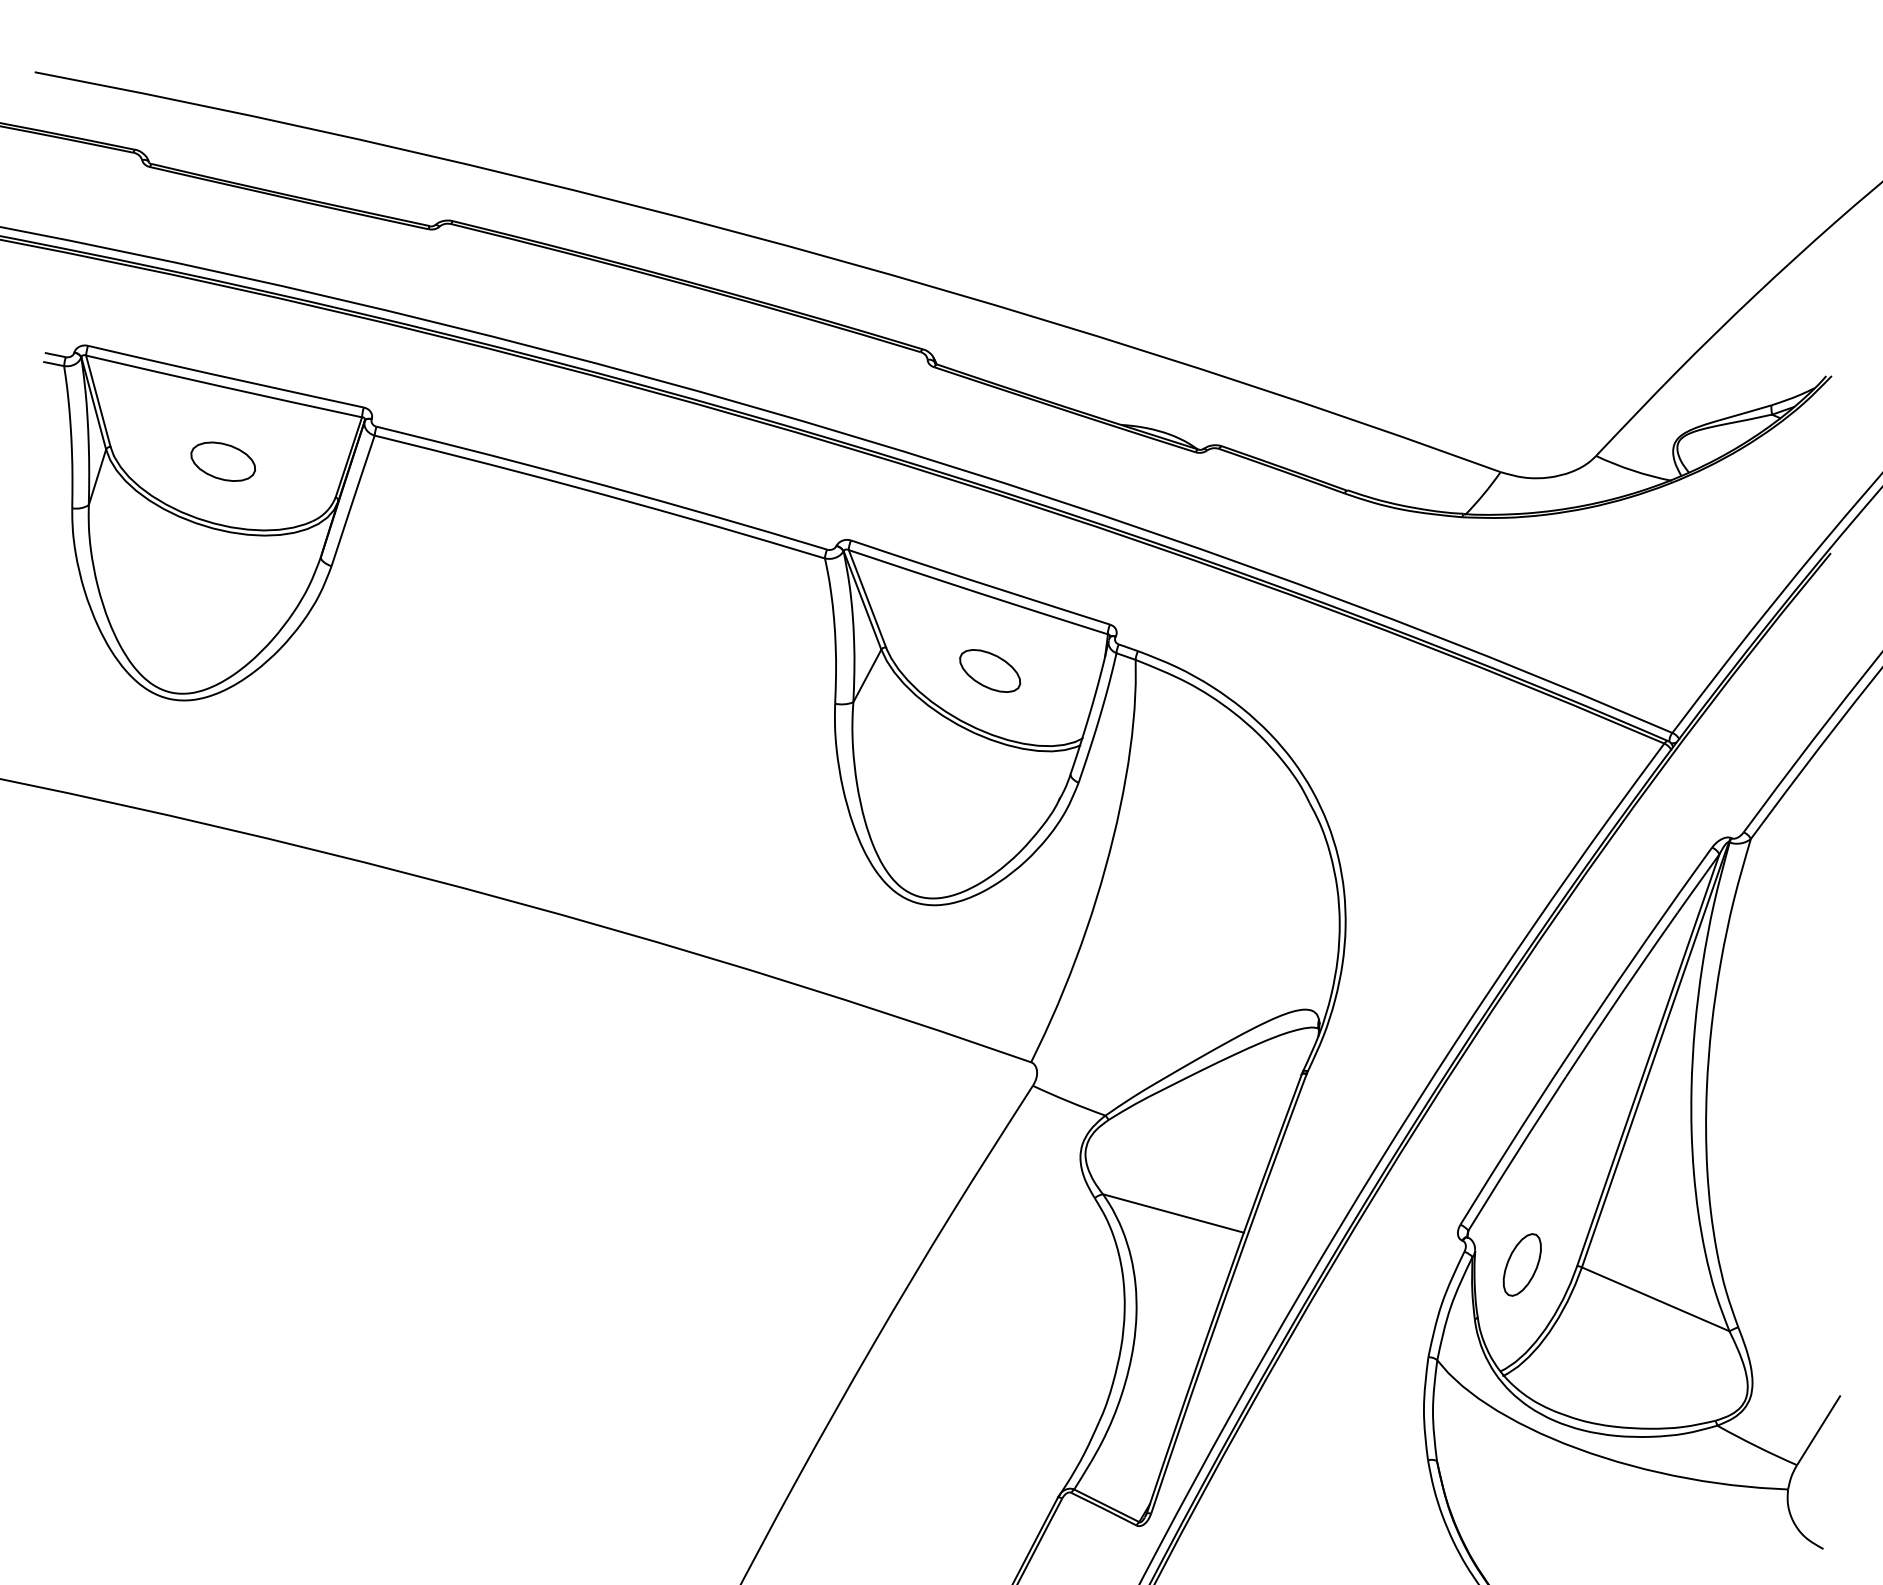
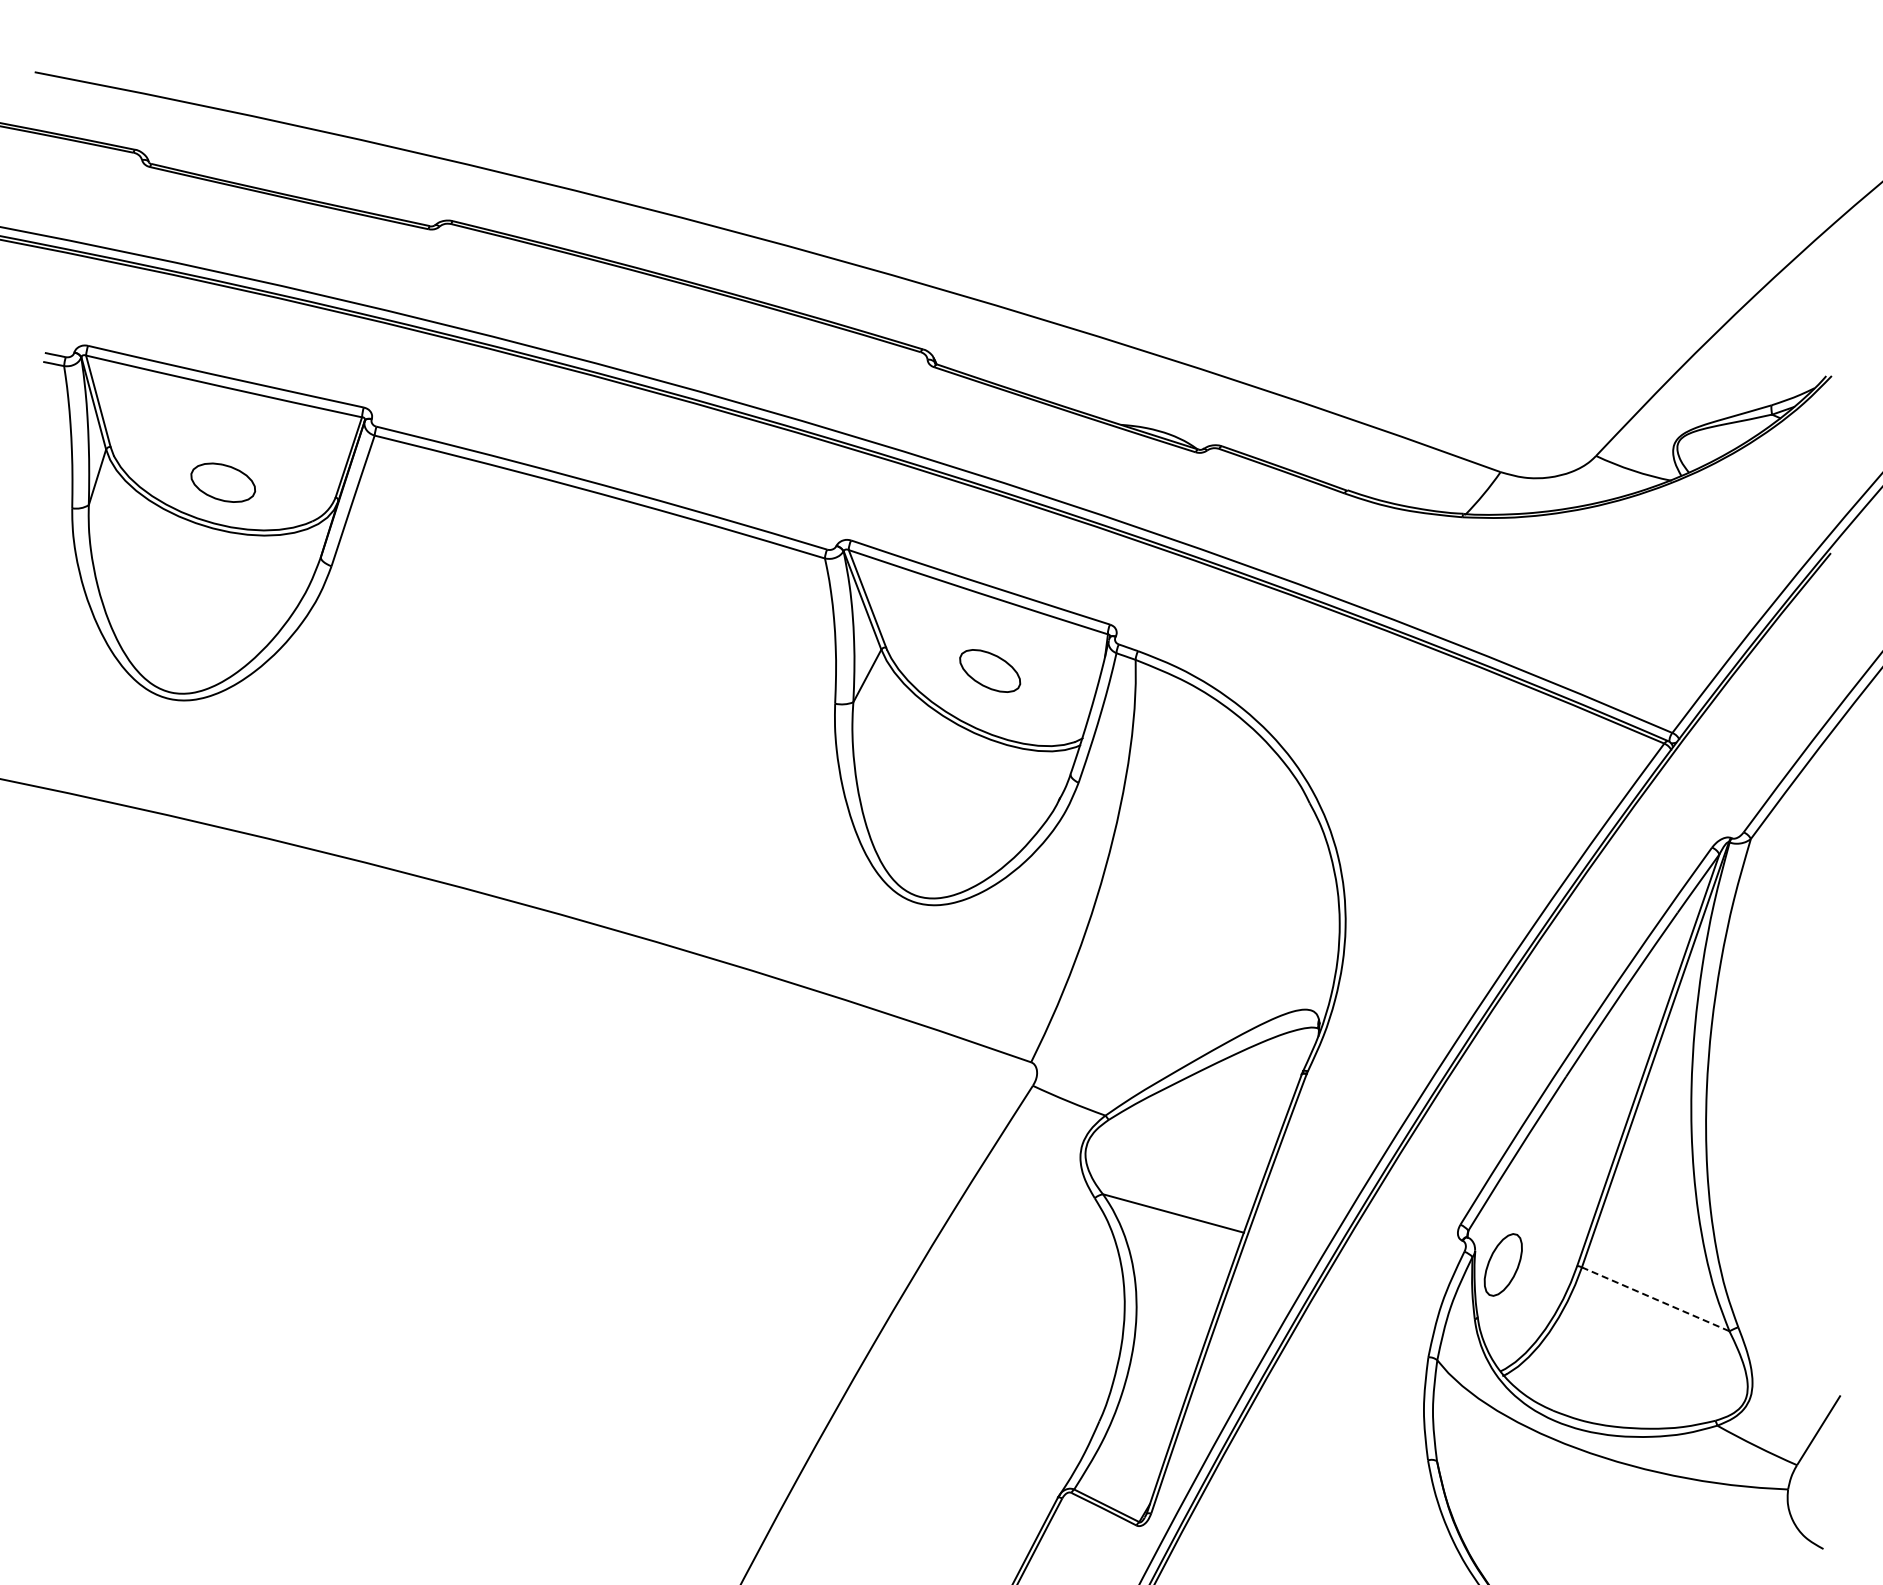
part at (223, 461) position: (223, 461) -> (223, 482)
part at (1521, 1264) position: (1521, 1264) -> (1502, 1264)
line at (1655, 1299): solid -> dashed
